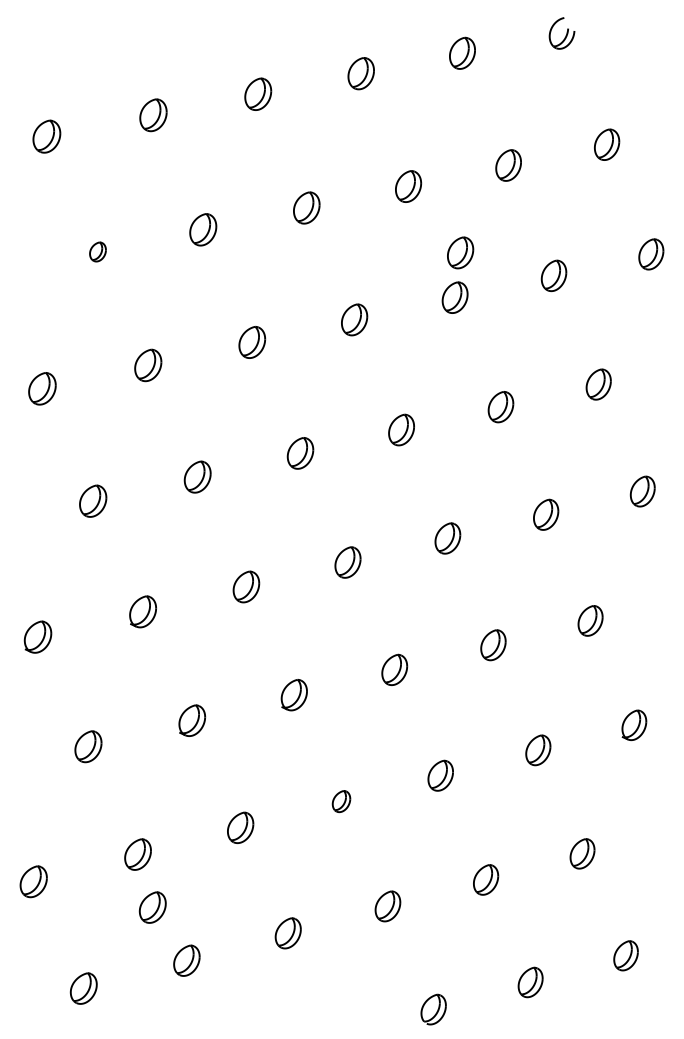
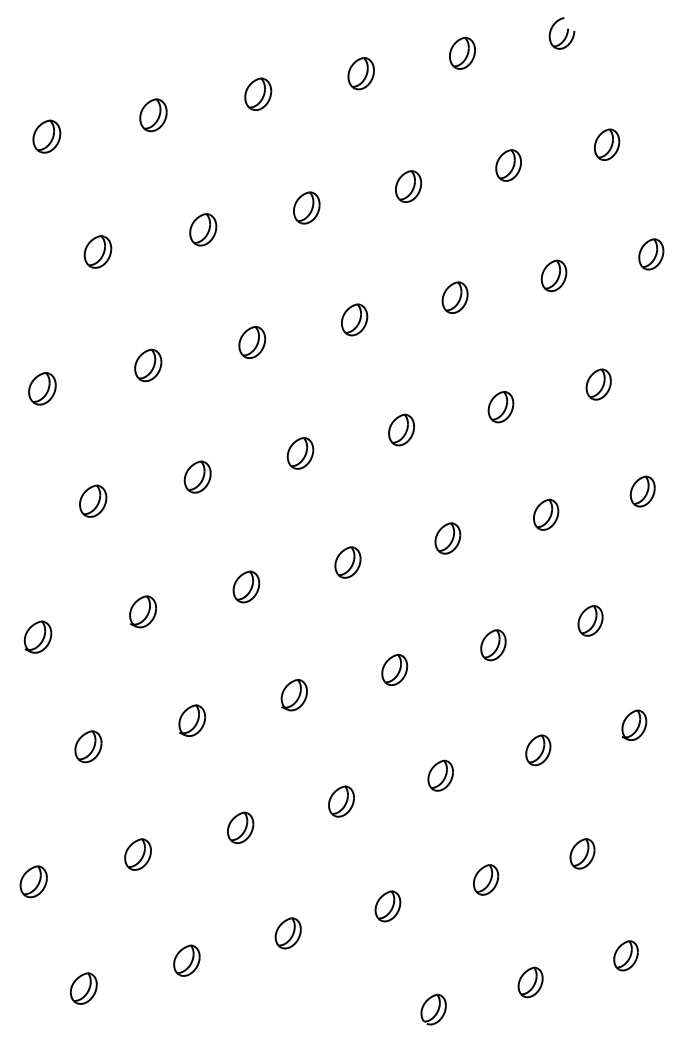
part at (97, 251) size: 18x22 px -> 30x34 px
part at (460, 252): present -> none
part at (341, 801) size: 21x24 px -> 27x33 px
part at (152, 907): present -> none
